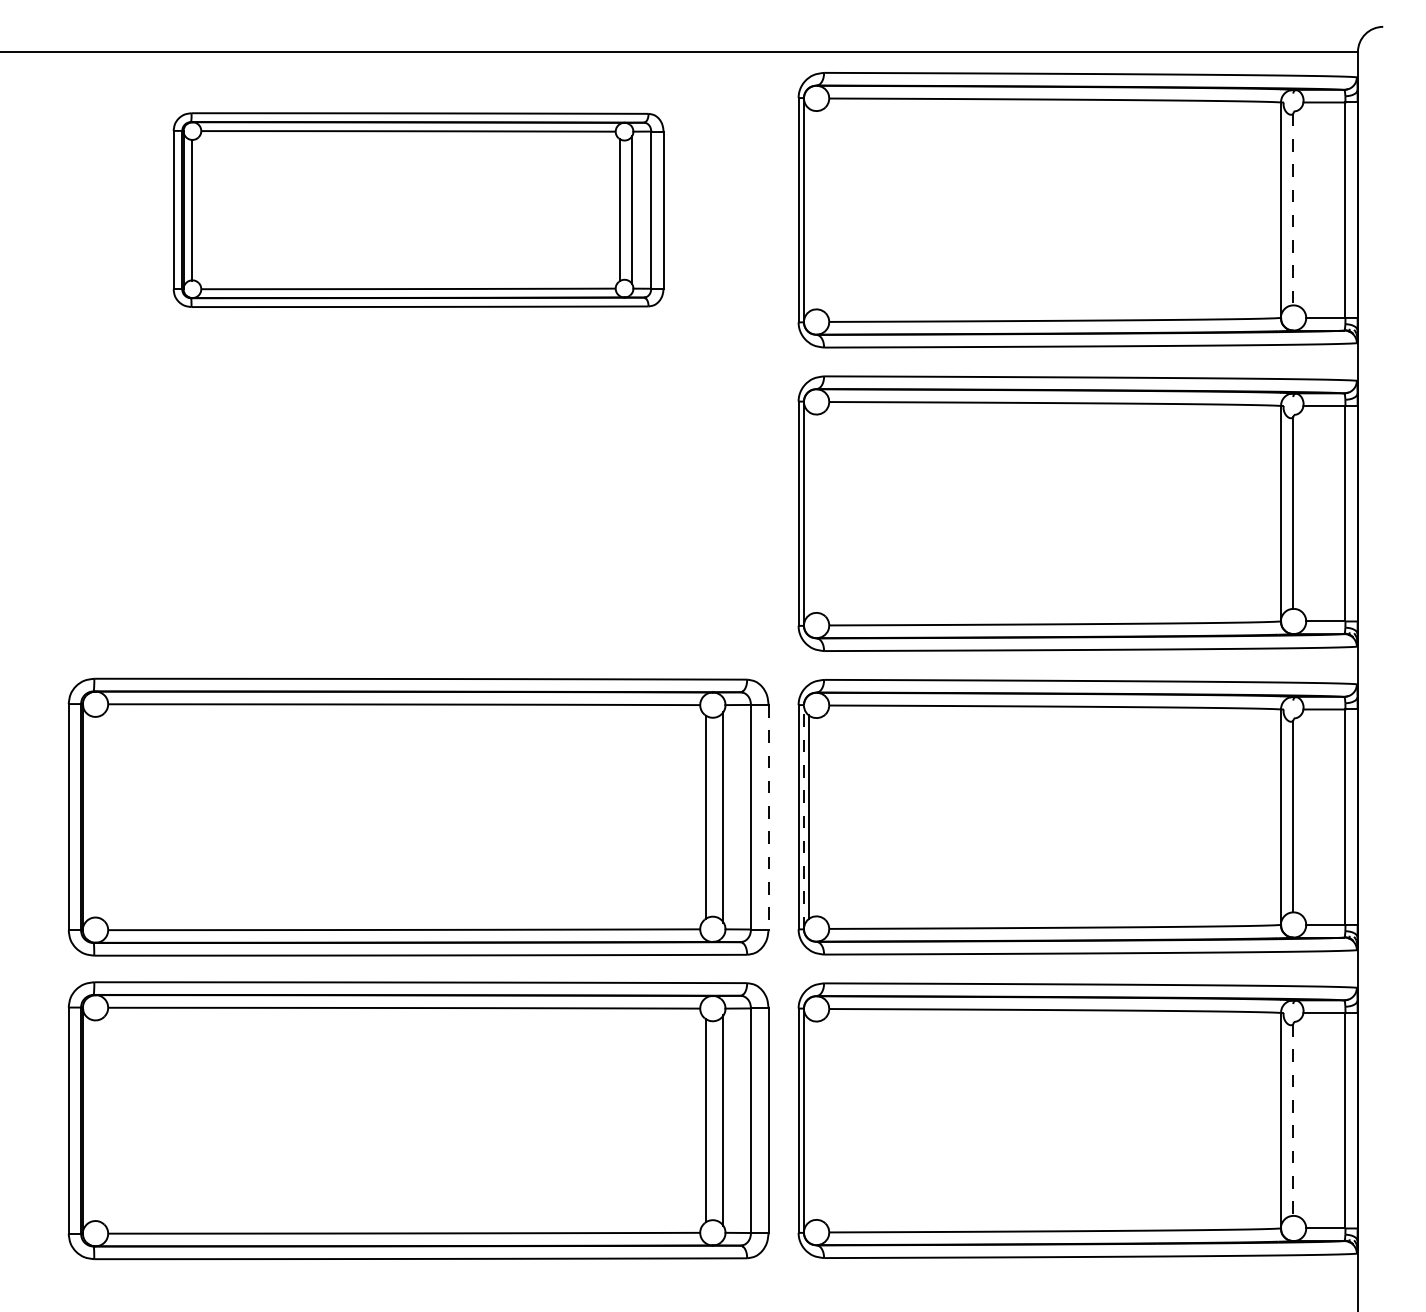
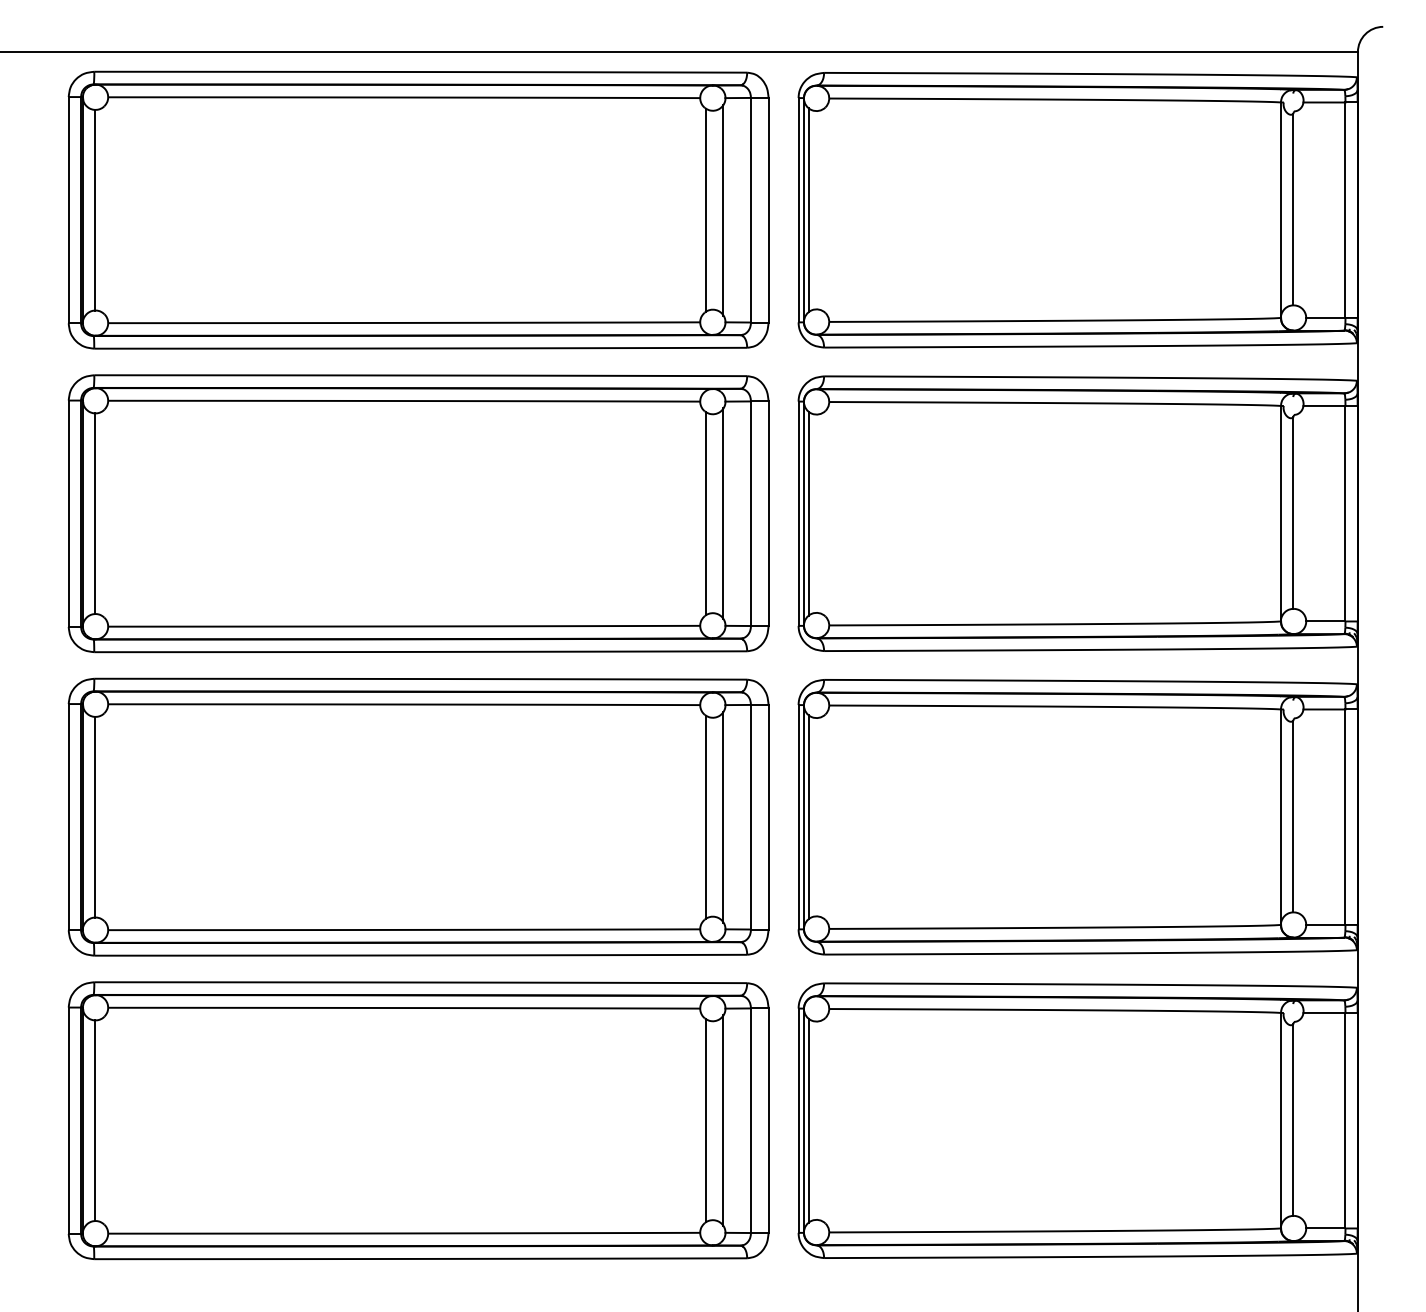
part at (418, 209) size: 493x196 px -> 703x280 px
line at (1293, 209): dashed -> solid
line at (808, 210): none -> present
part at (418, 513): none -> present
line at (808, 513): none -> present
line at (95, 816): none -> present
line at (803, 816): dashed -> solid
line at (768, 817): dashed -> solid
line at (95, 1120): none -> present
line at (808, 1120): none -> present
line at (1293, 1120): dashed -> solid
